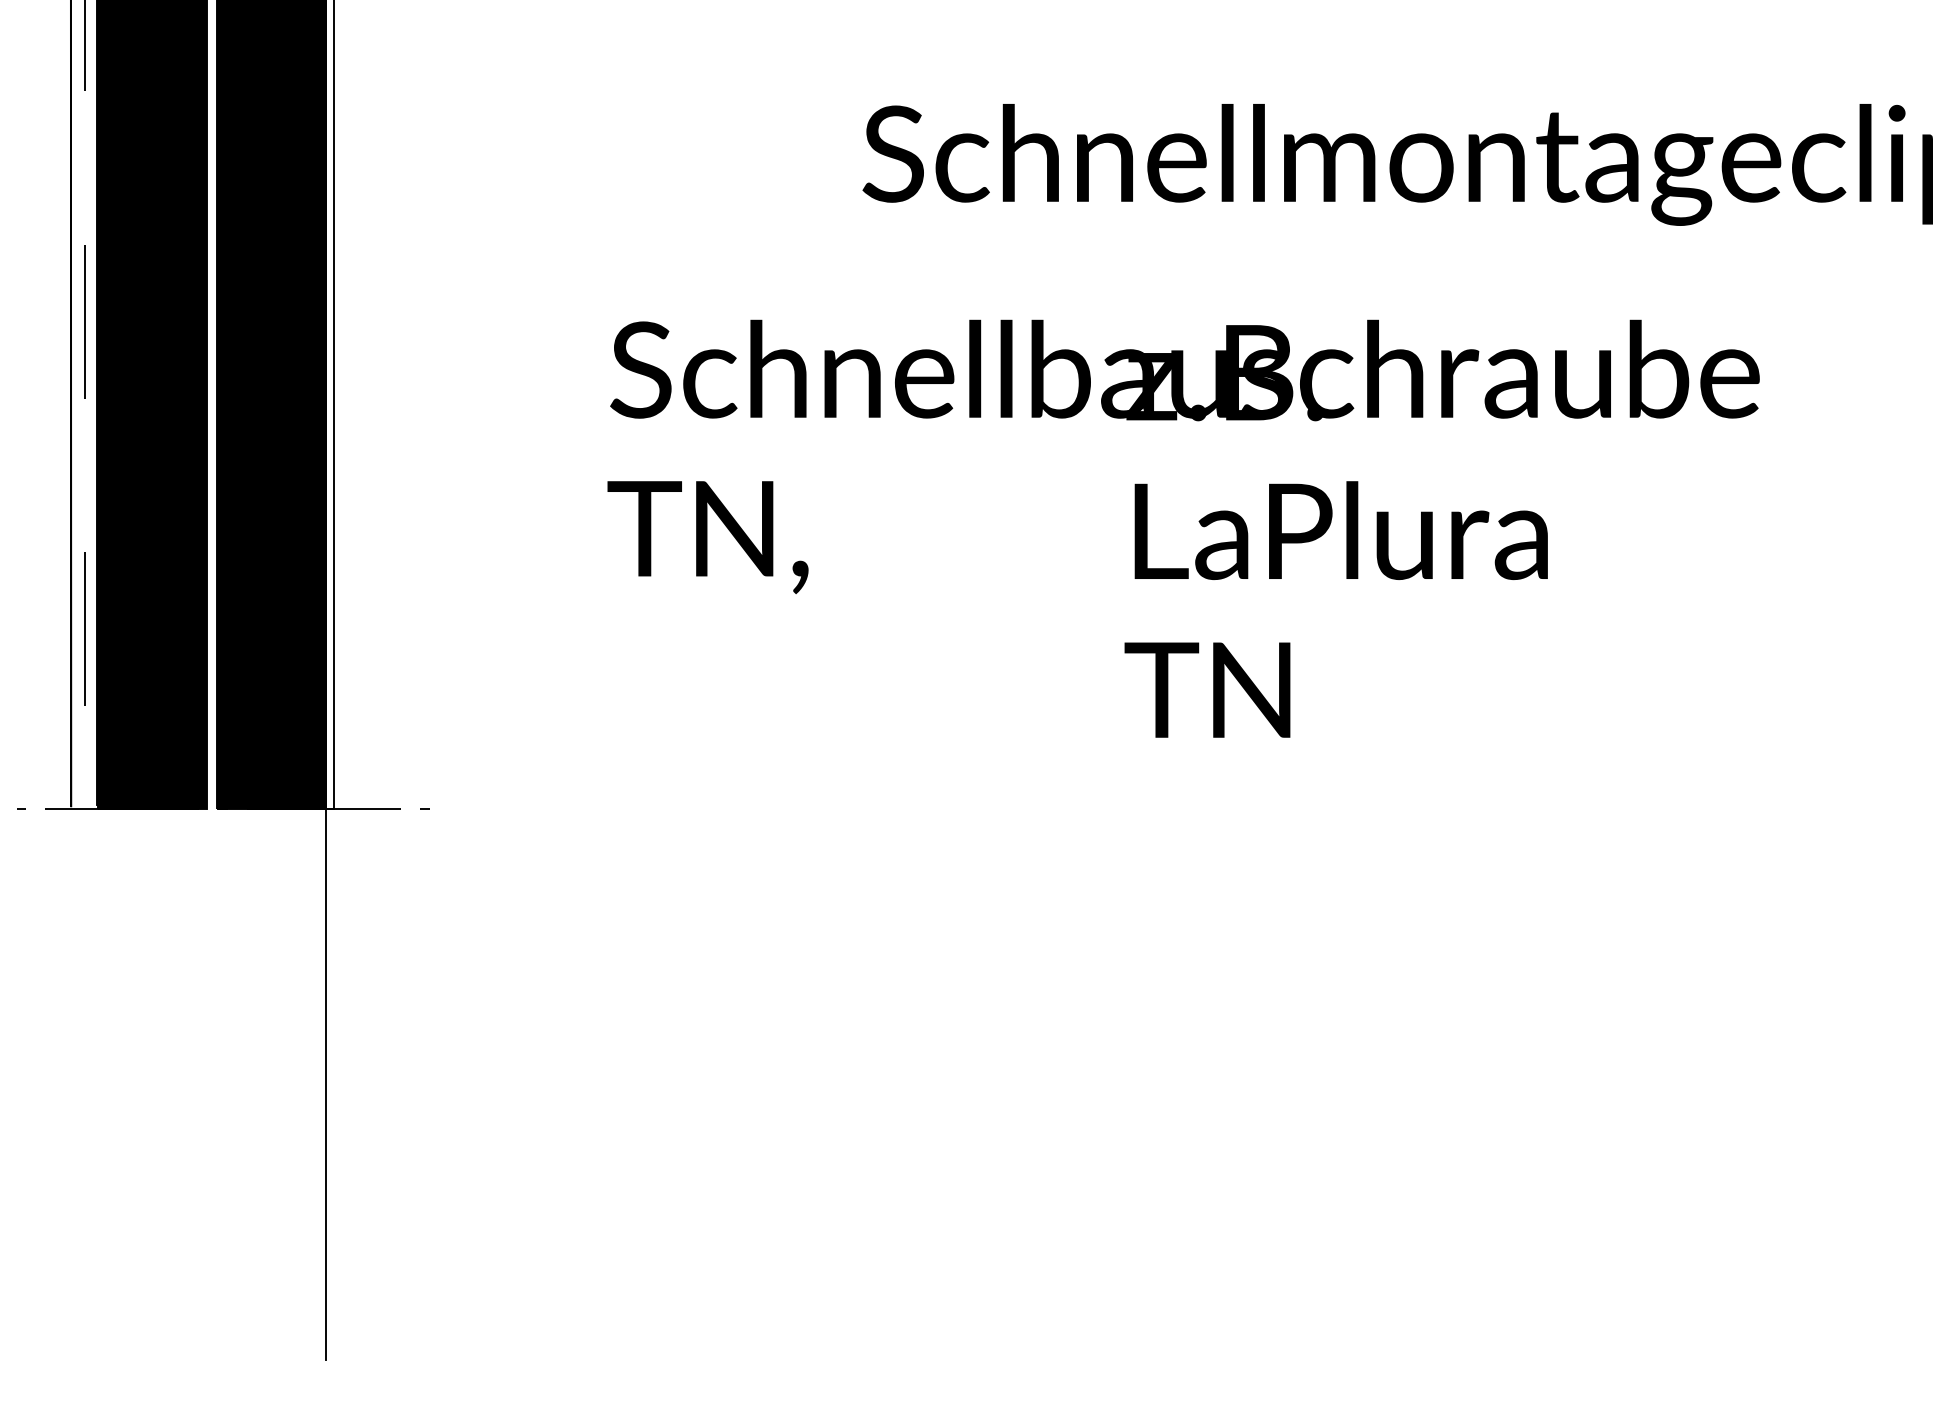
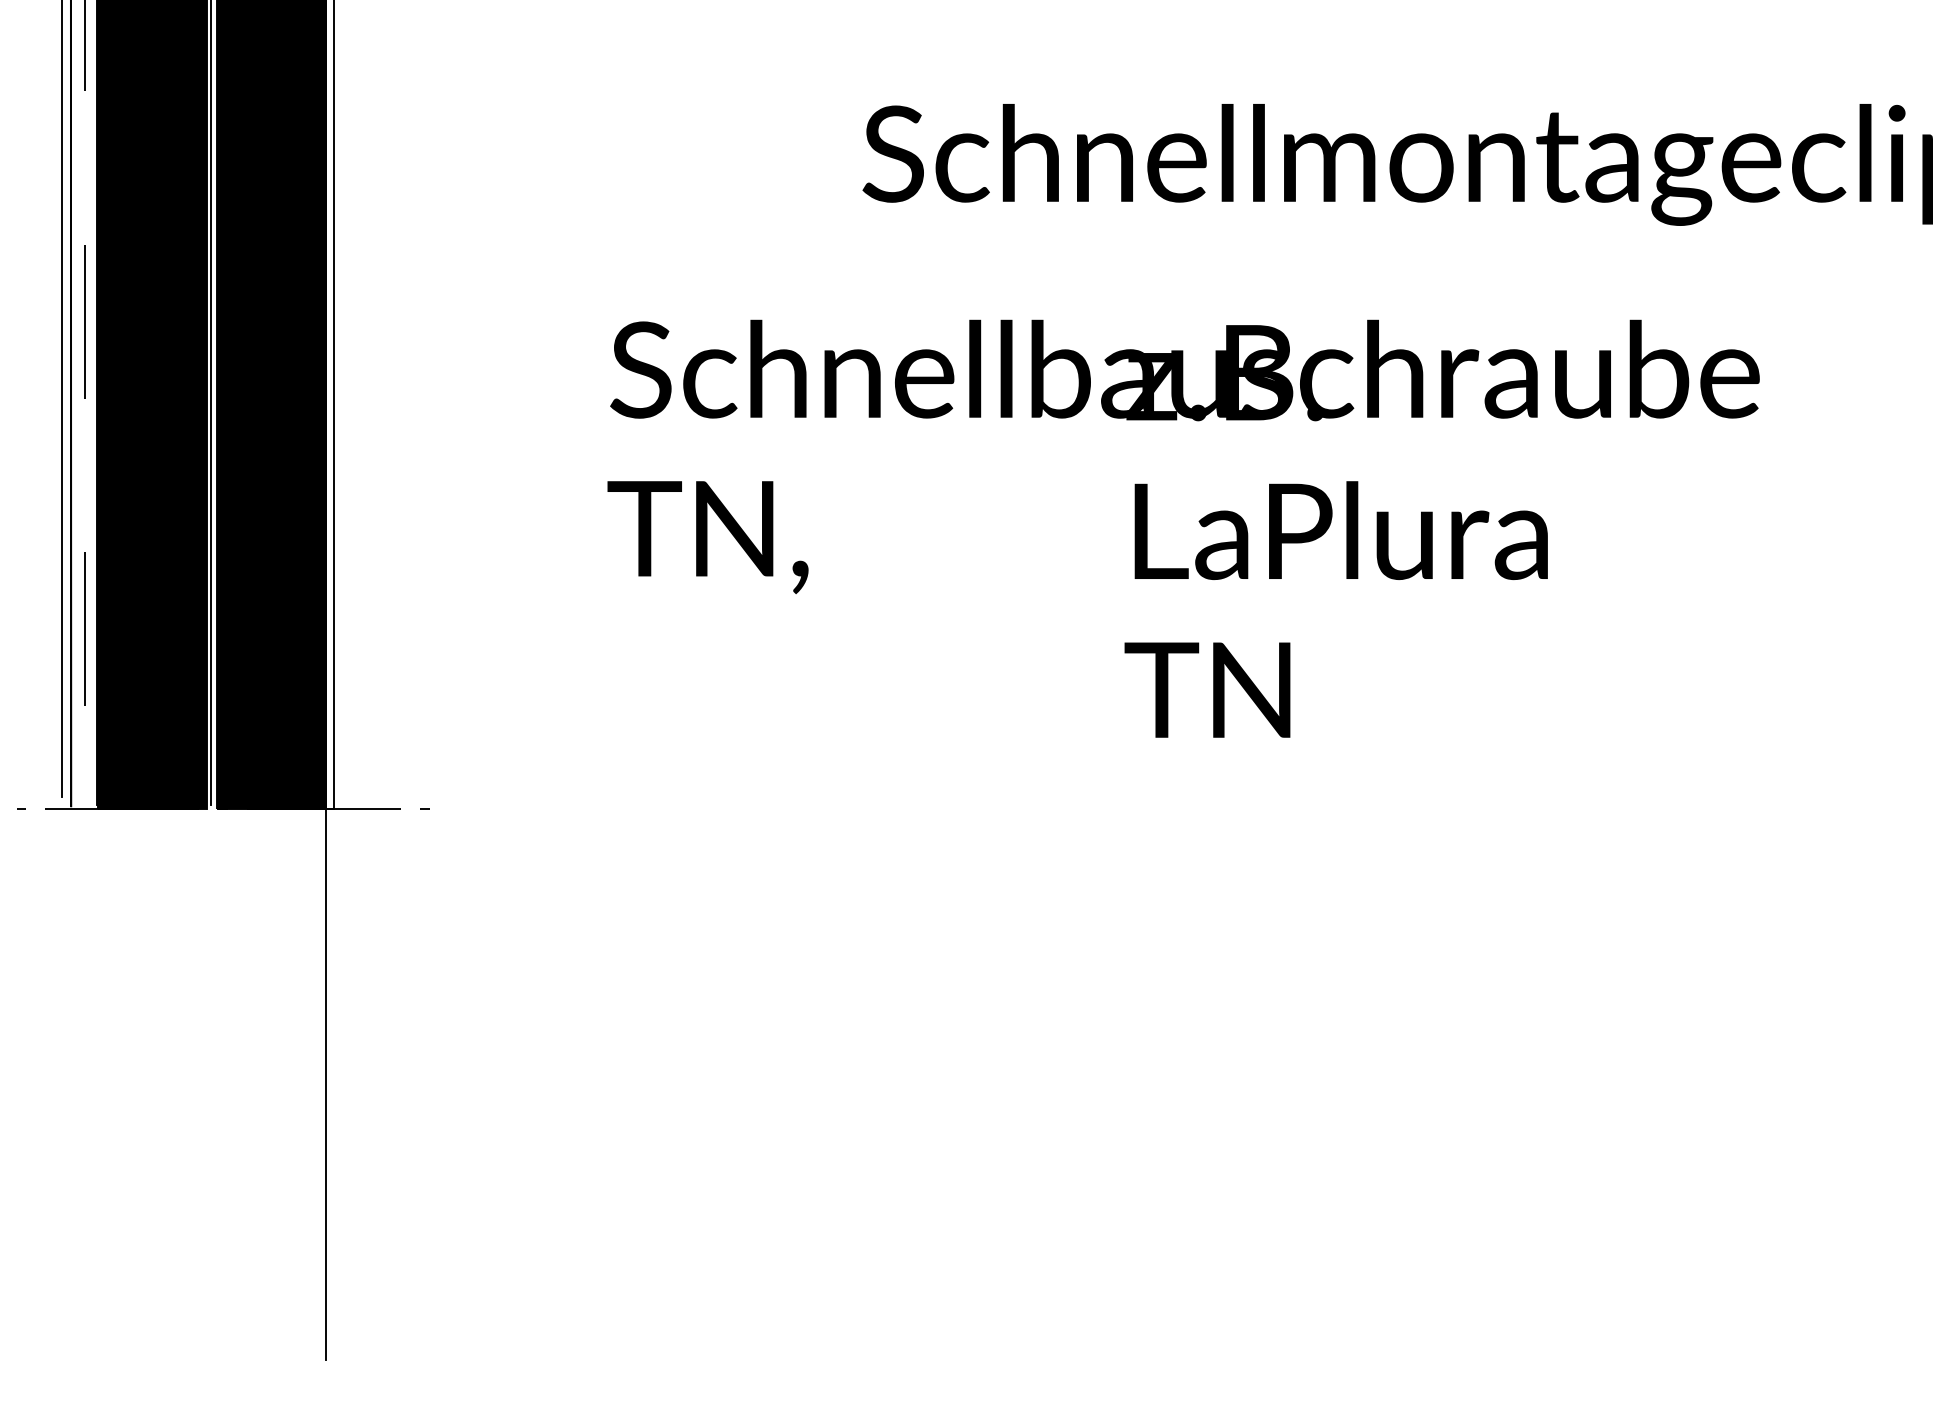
line at (61, 399): none -> present
line at (210, 403): none -> present
